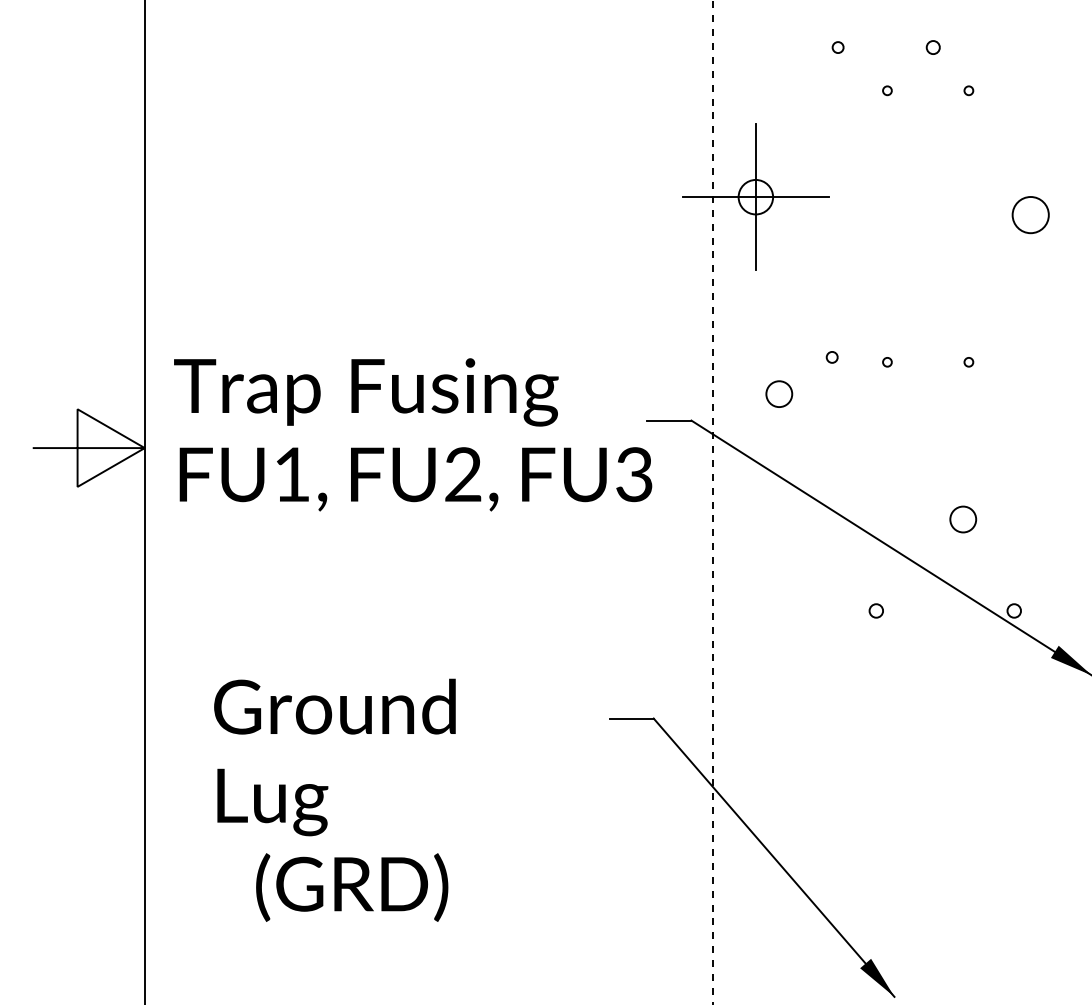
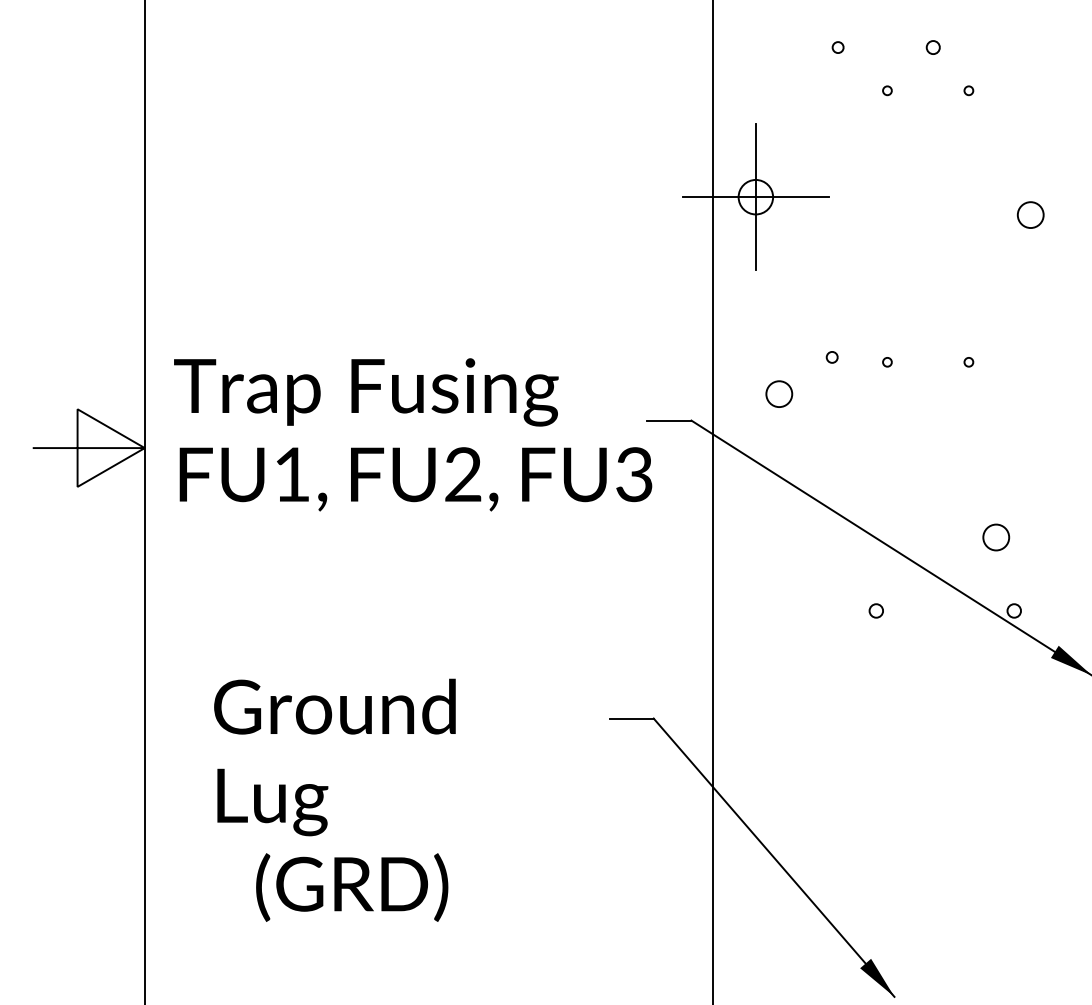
circle at (1030, 215) diameter: 36 px -> 26 px
line at (712, 502): dashed -> solid
circle at (963, 519) position: (963, 519) -> (996, 537)
